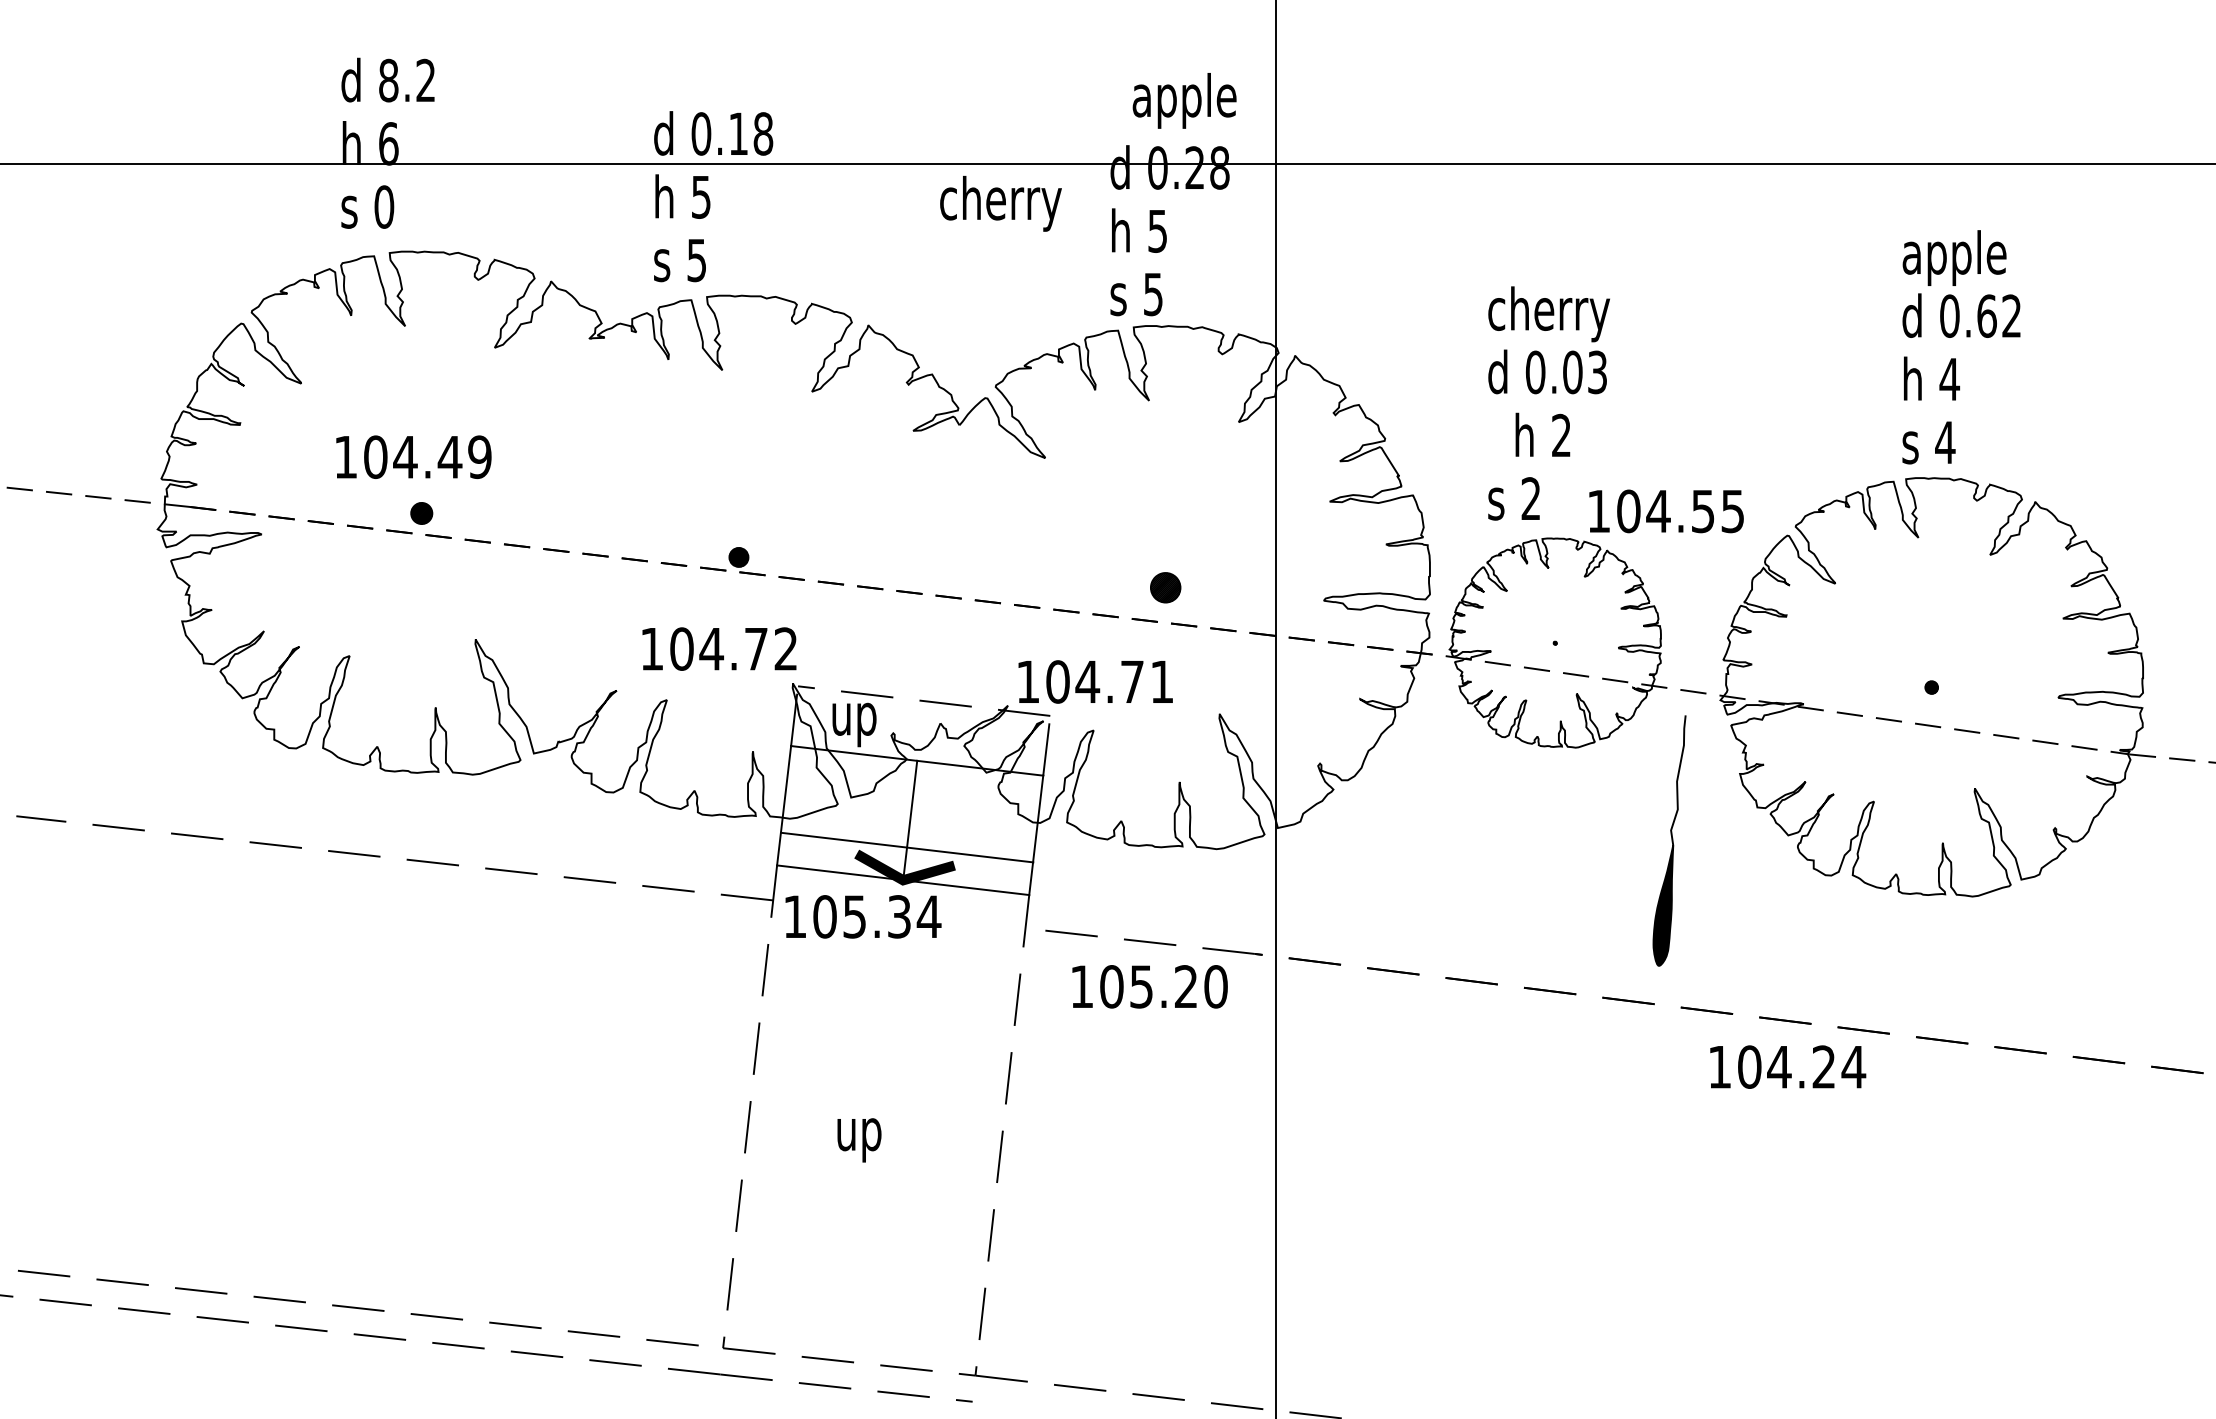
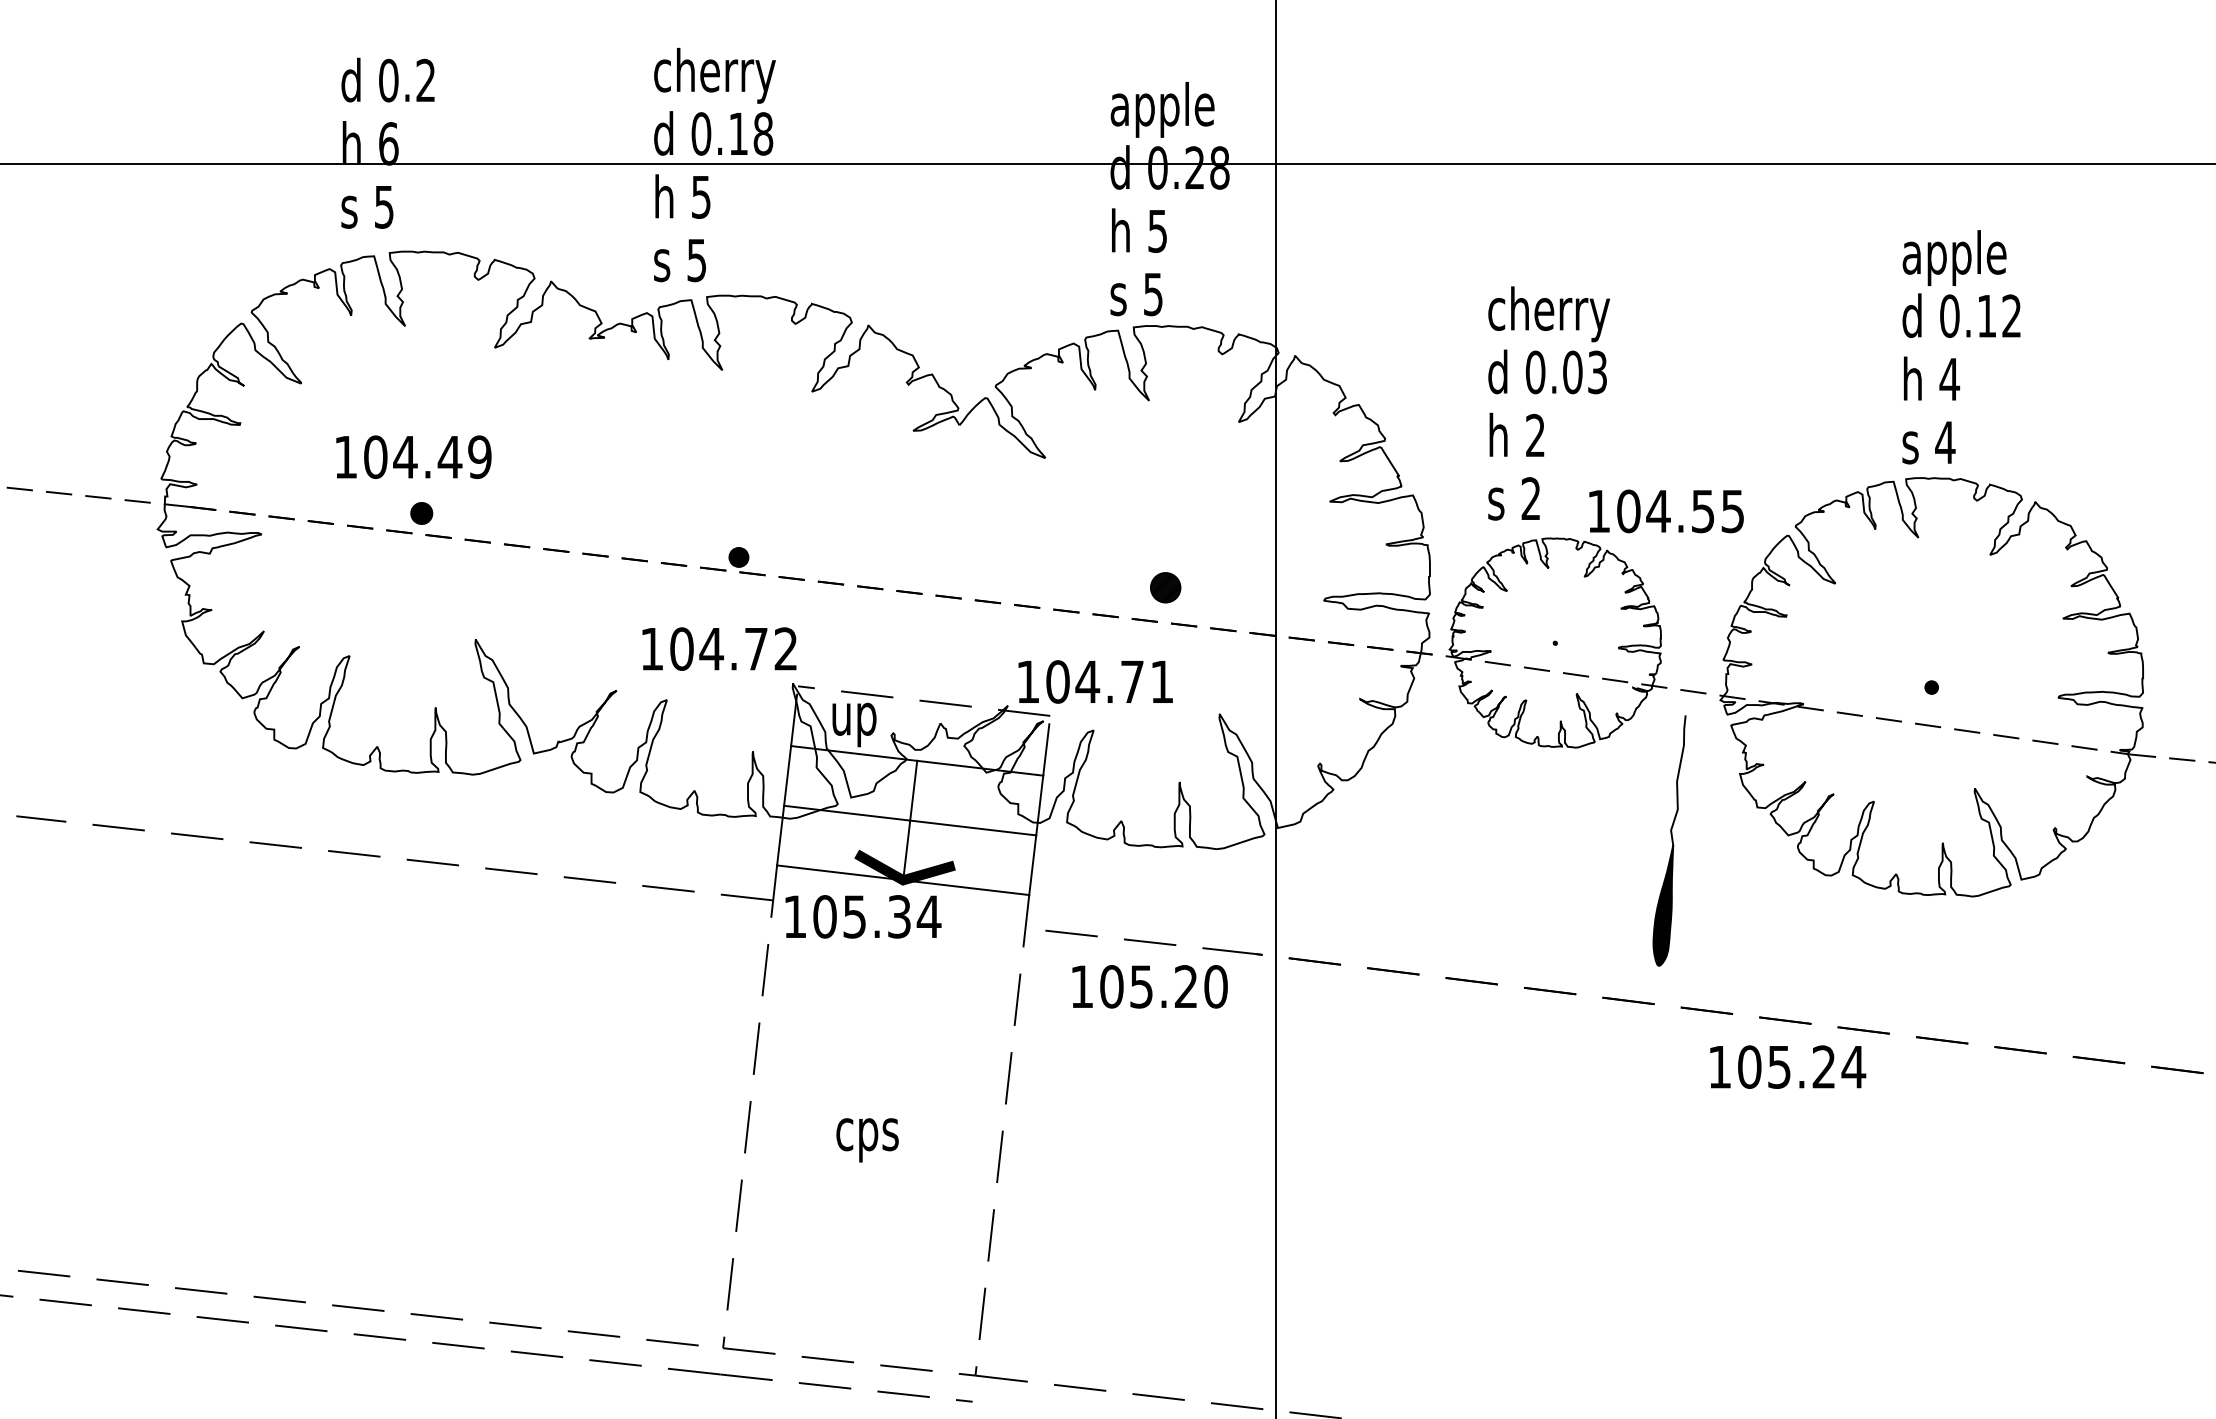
text at (388, 80): 8.2 -> 0.2
text at (1184, 100) position: (1184, 100) -> (1162, 109)
text at (1000, 203) position: (1000, 203) -> (714, 75)
text at (384, 206): 0 -> 5
text at (1986, 315): 0.62 -> 0.12
text at (1542, 434) position: (1542, 434) -> (1516, 434)
line at (907, 847) position: (907, 847) -> (910, 820)
text at (1779, 1067): 104.24 -> 105.24
text at (867, 1140): up -> cps
